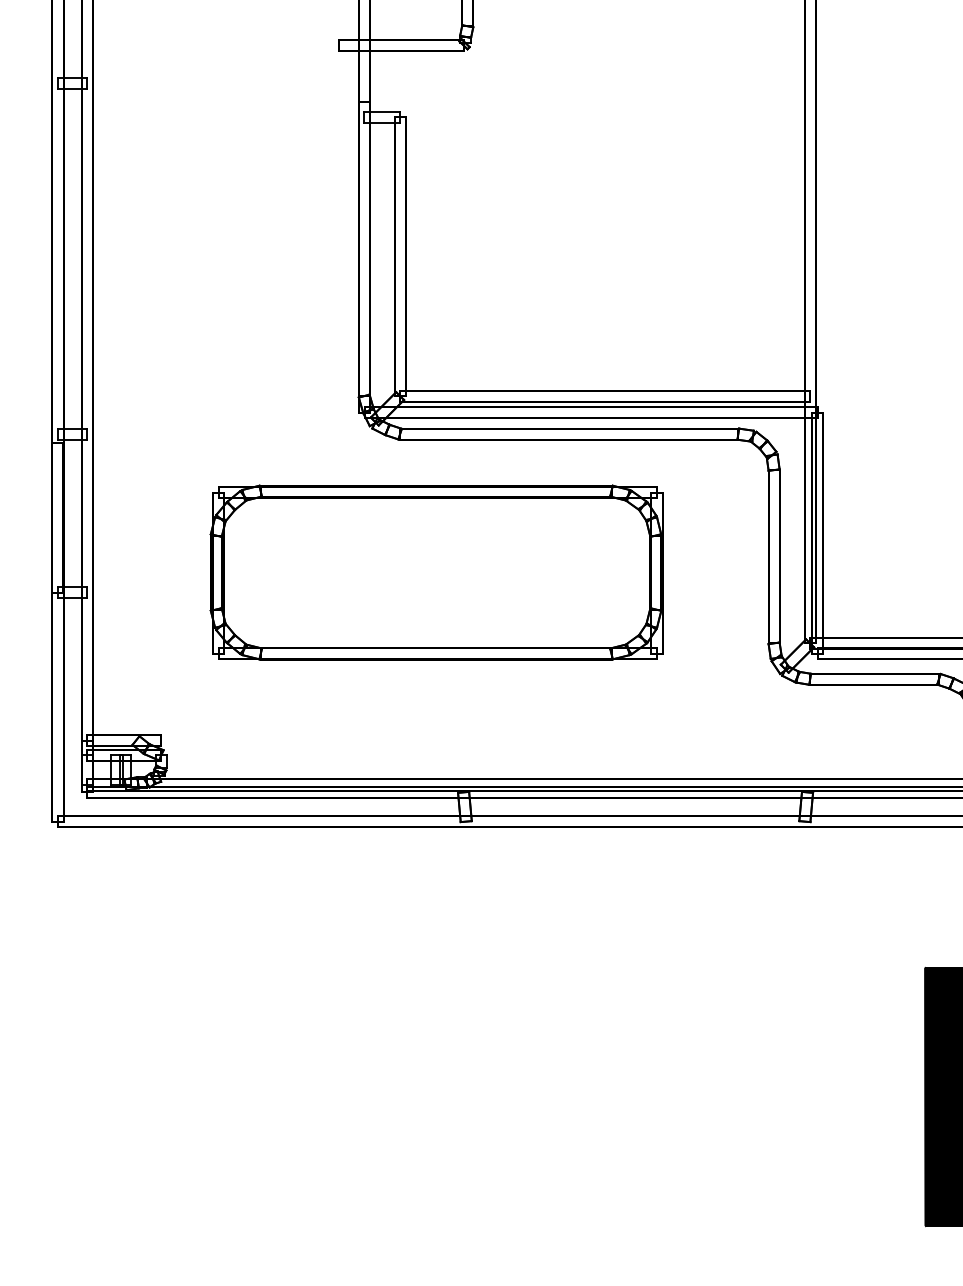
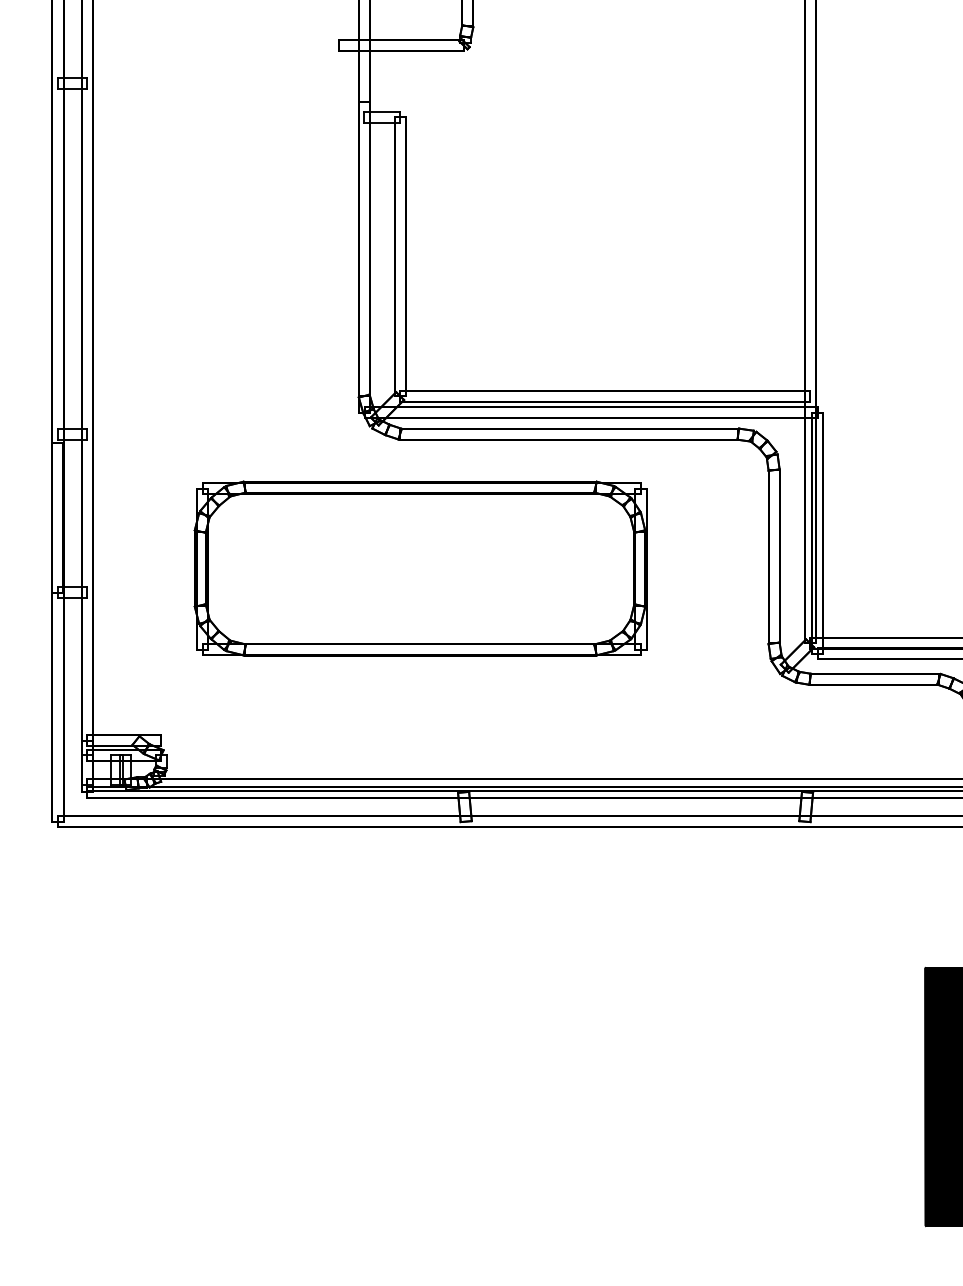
part at (436, 572) position: (436, 572) -> (420, 568)
